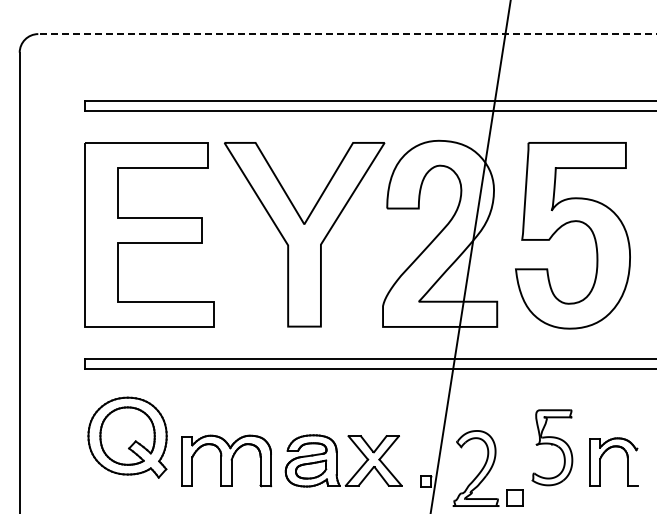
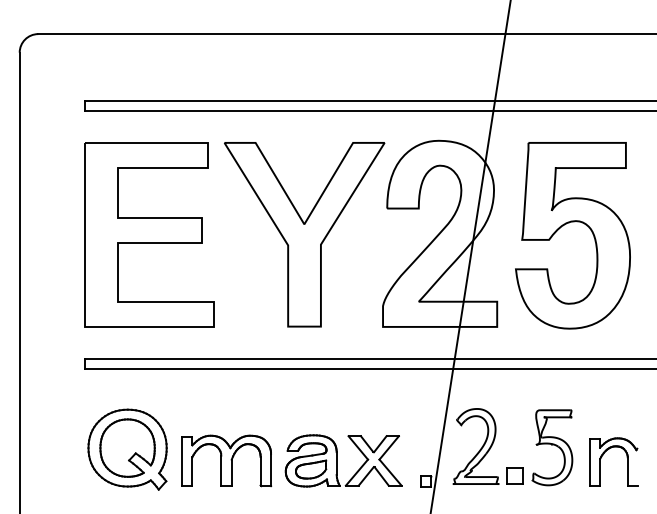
line at (347, 34): dashed -> solid
part at (127, 437) position: (127, 437) -> (127, 449)
part at (487, 468) position: (487, 468) -> (487, 446)
